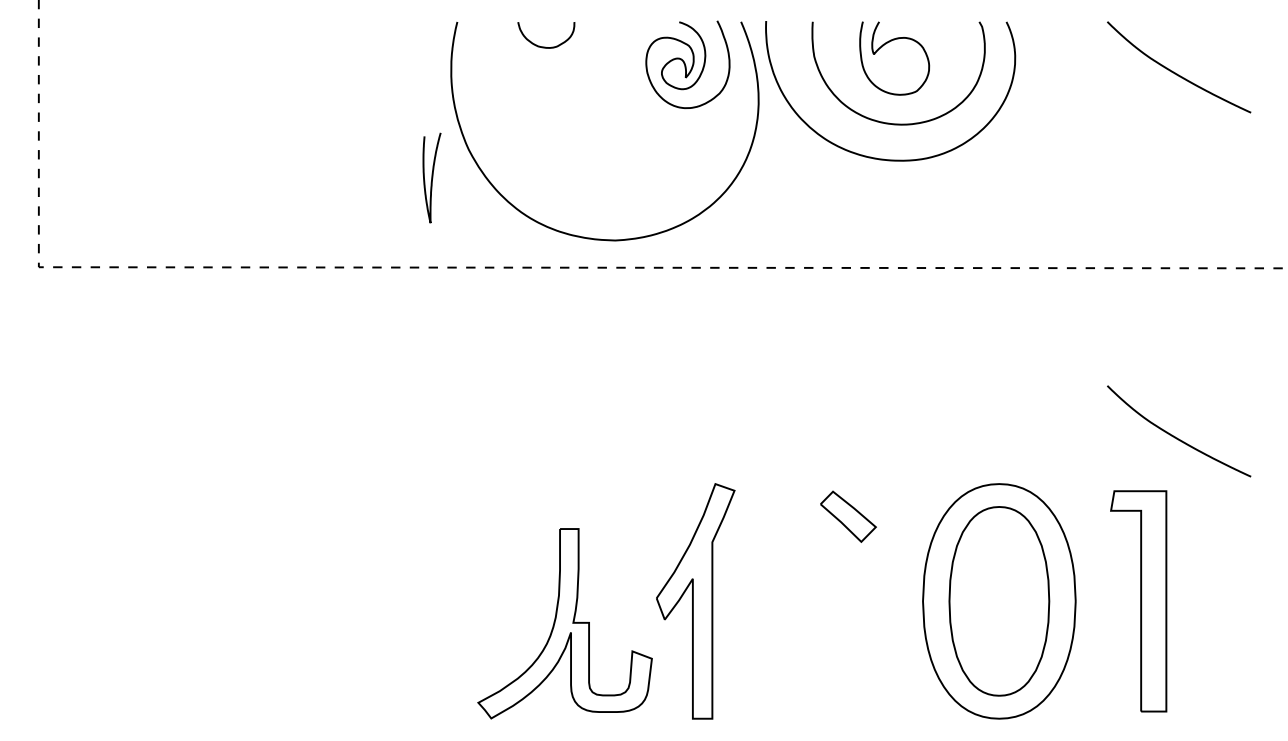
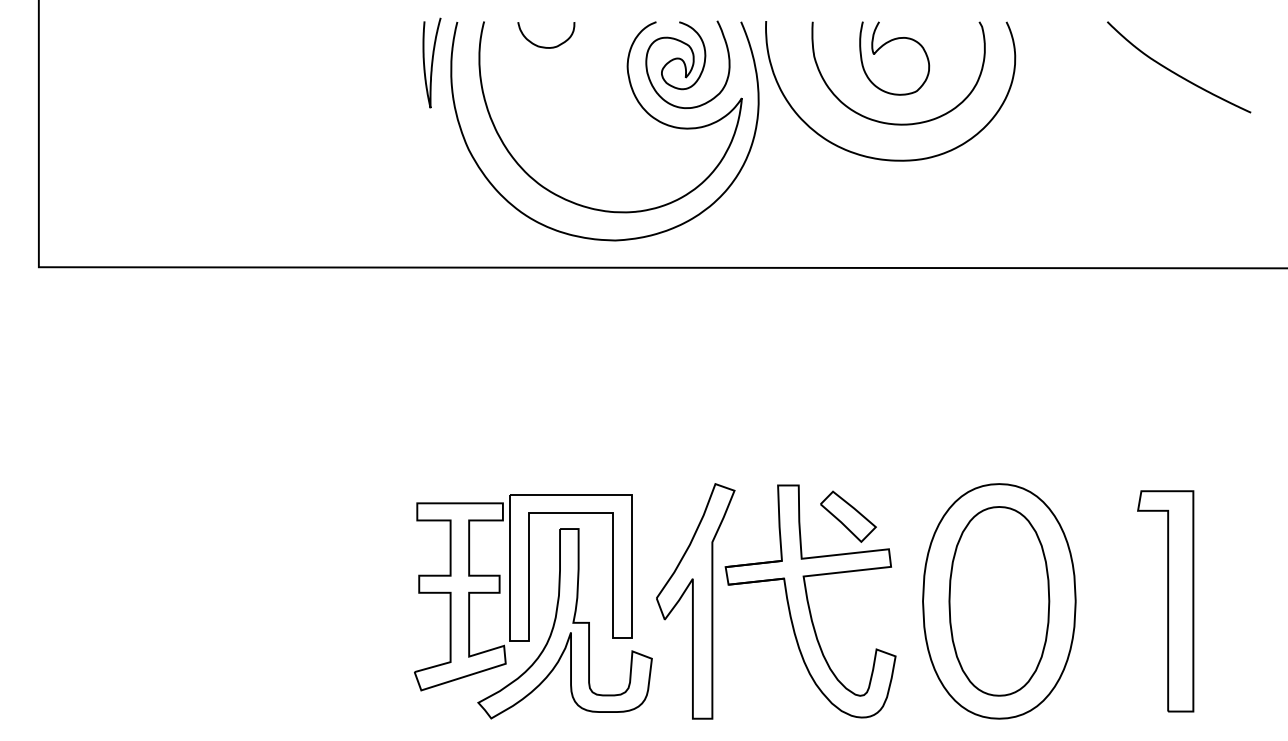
curve at (637, 102): none -> present
curve at (431, 177) position: (431, 177) -> (431, 62)
line at (529, 267): dashed -> solid
curve at (1177, 437): present -> none
part at (523, 592): none -> present
part at (810, 601): none -> present
part at (1138, 601) position: (1138, 601) -> (1165, 601)
